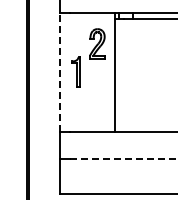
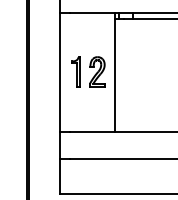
part at (97, 43) position: (97, 43) -> (97, 71)
line at (60, 72): dashed -> solid
line at (123, 158): dashed -> solid
